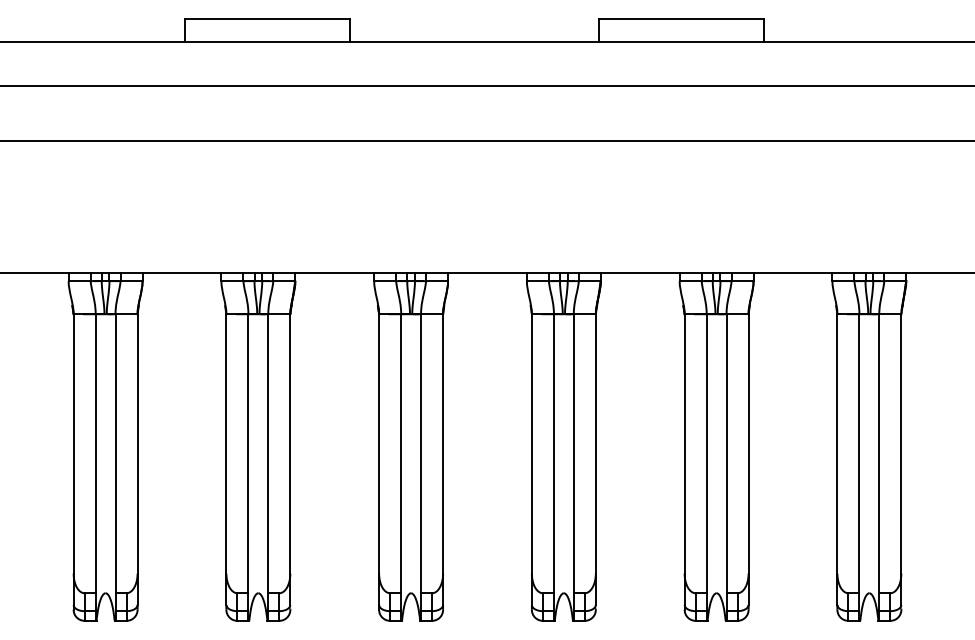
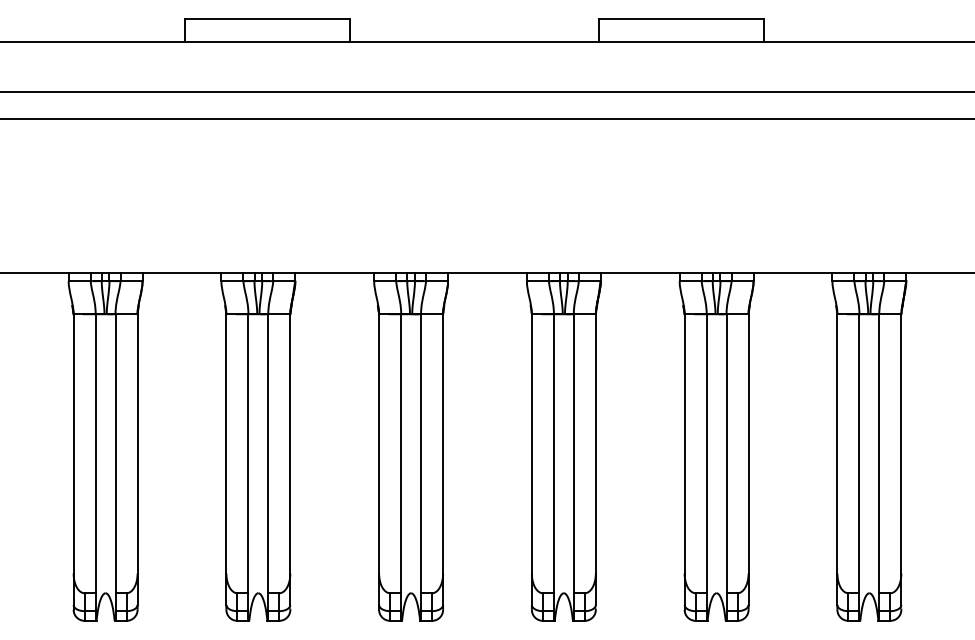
line at (486, 85) position: (486, 85) -> (486, 91)
line at (486, 141) position: (486, 141) -> (486, 119)
